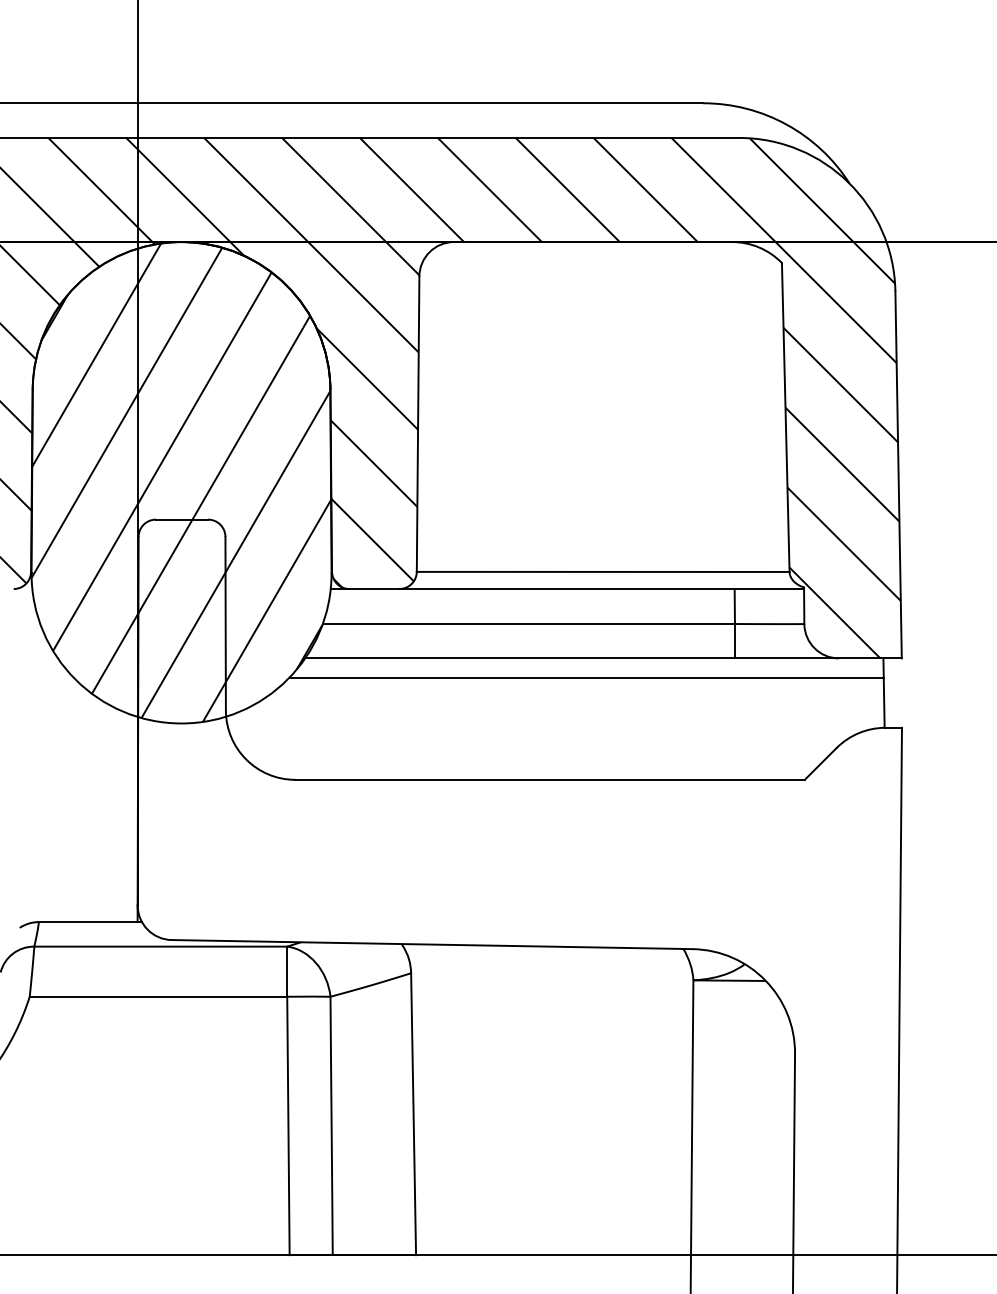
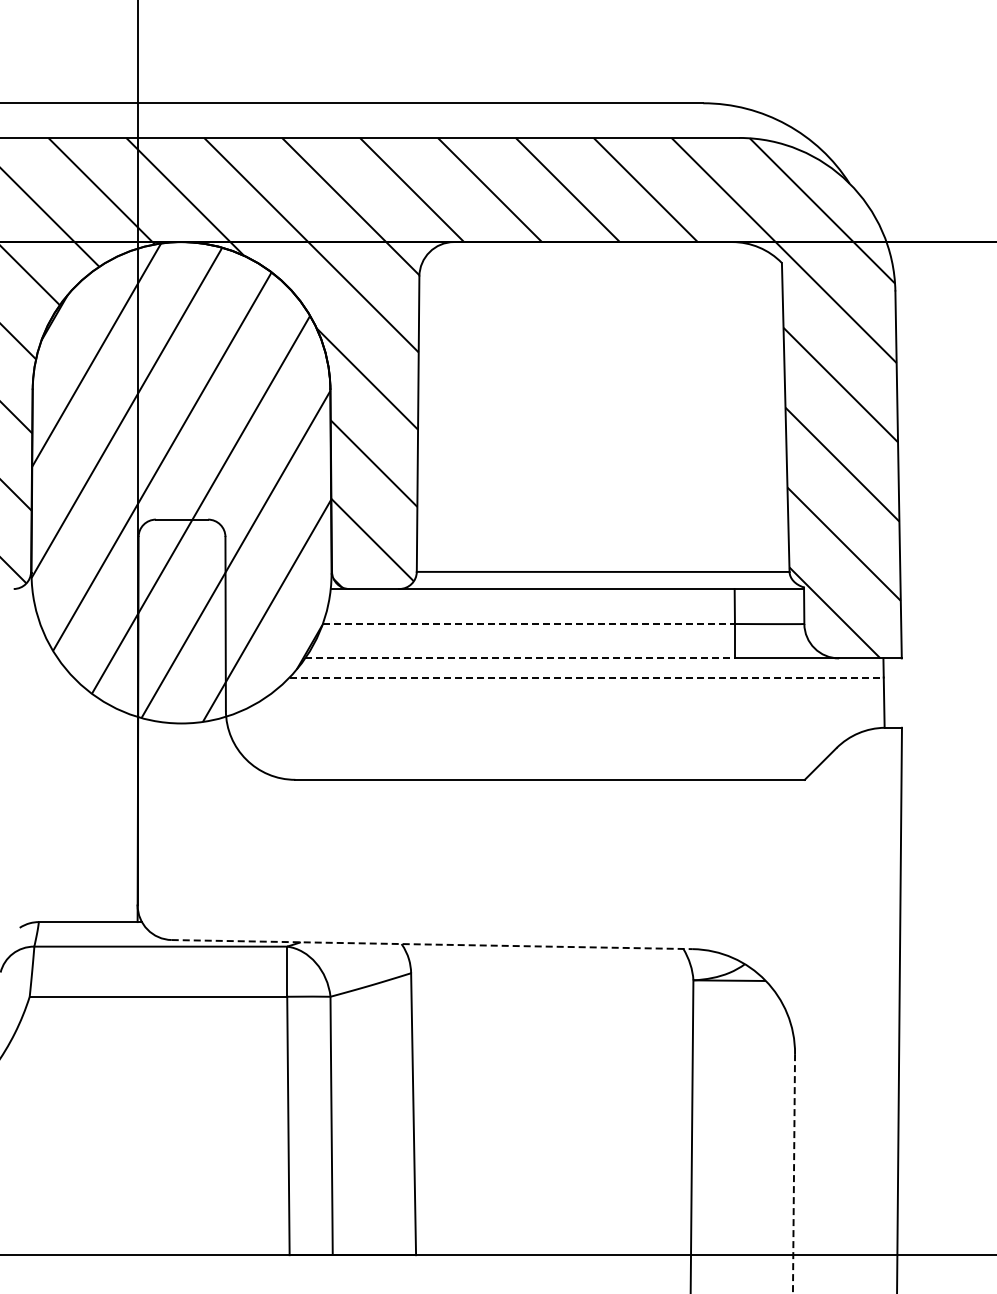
line at (529, 624): solid -> dashed
line at (520, 658): solid -> dashed
line at (587, 677): solid -> dashed
line at (432, 944): solid -> dashed
line at (793, 1174): solid -> dashed
